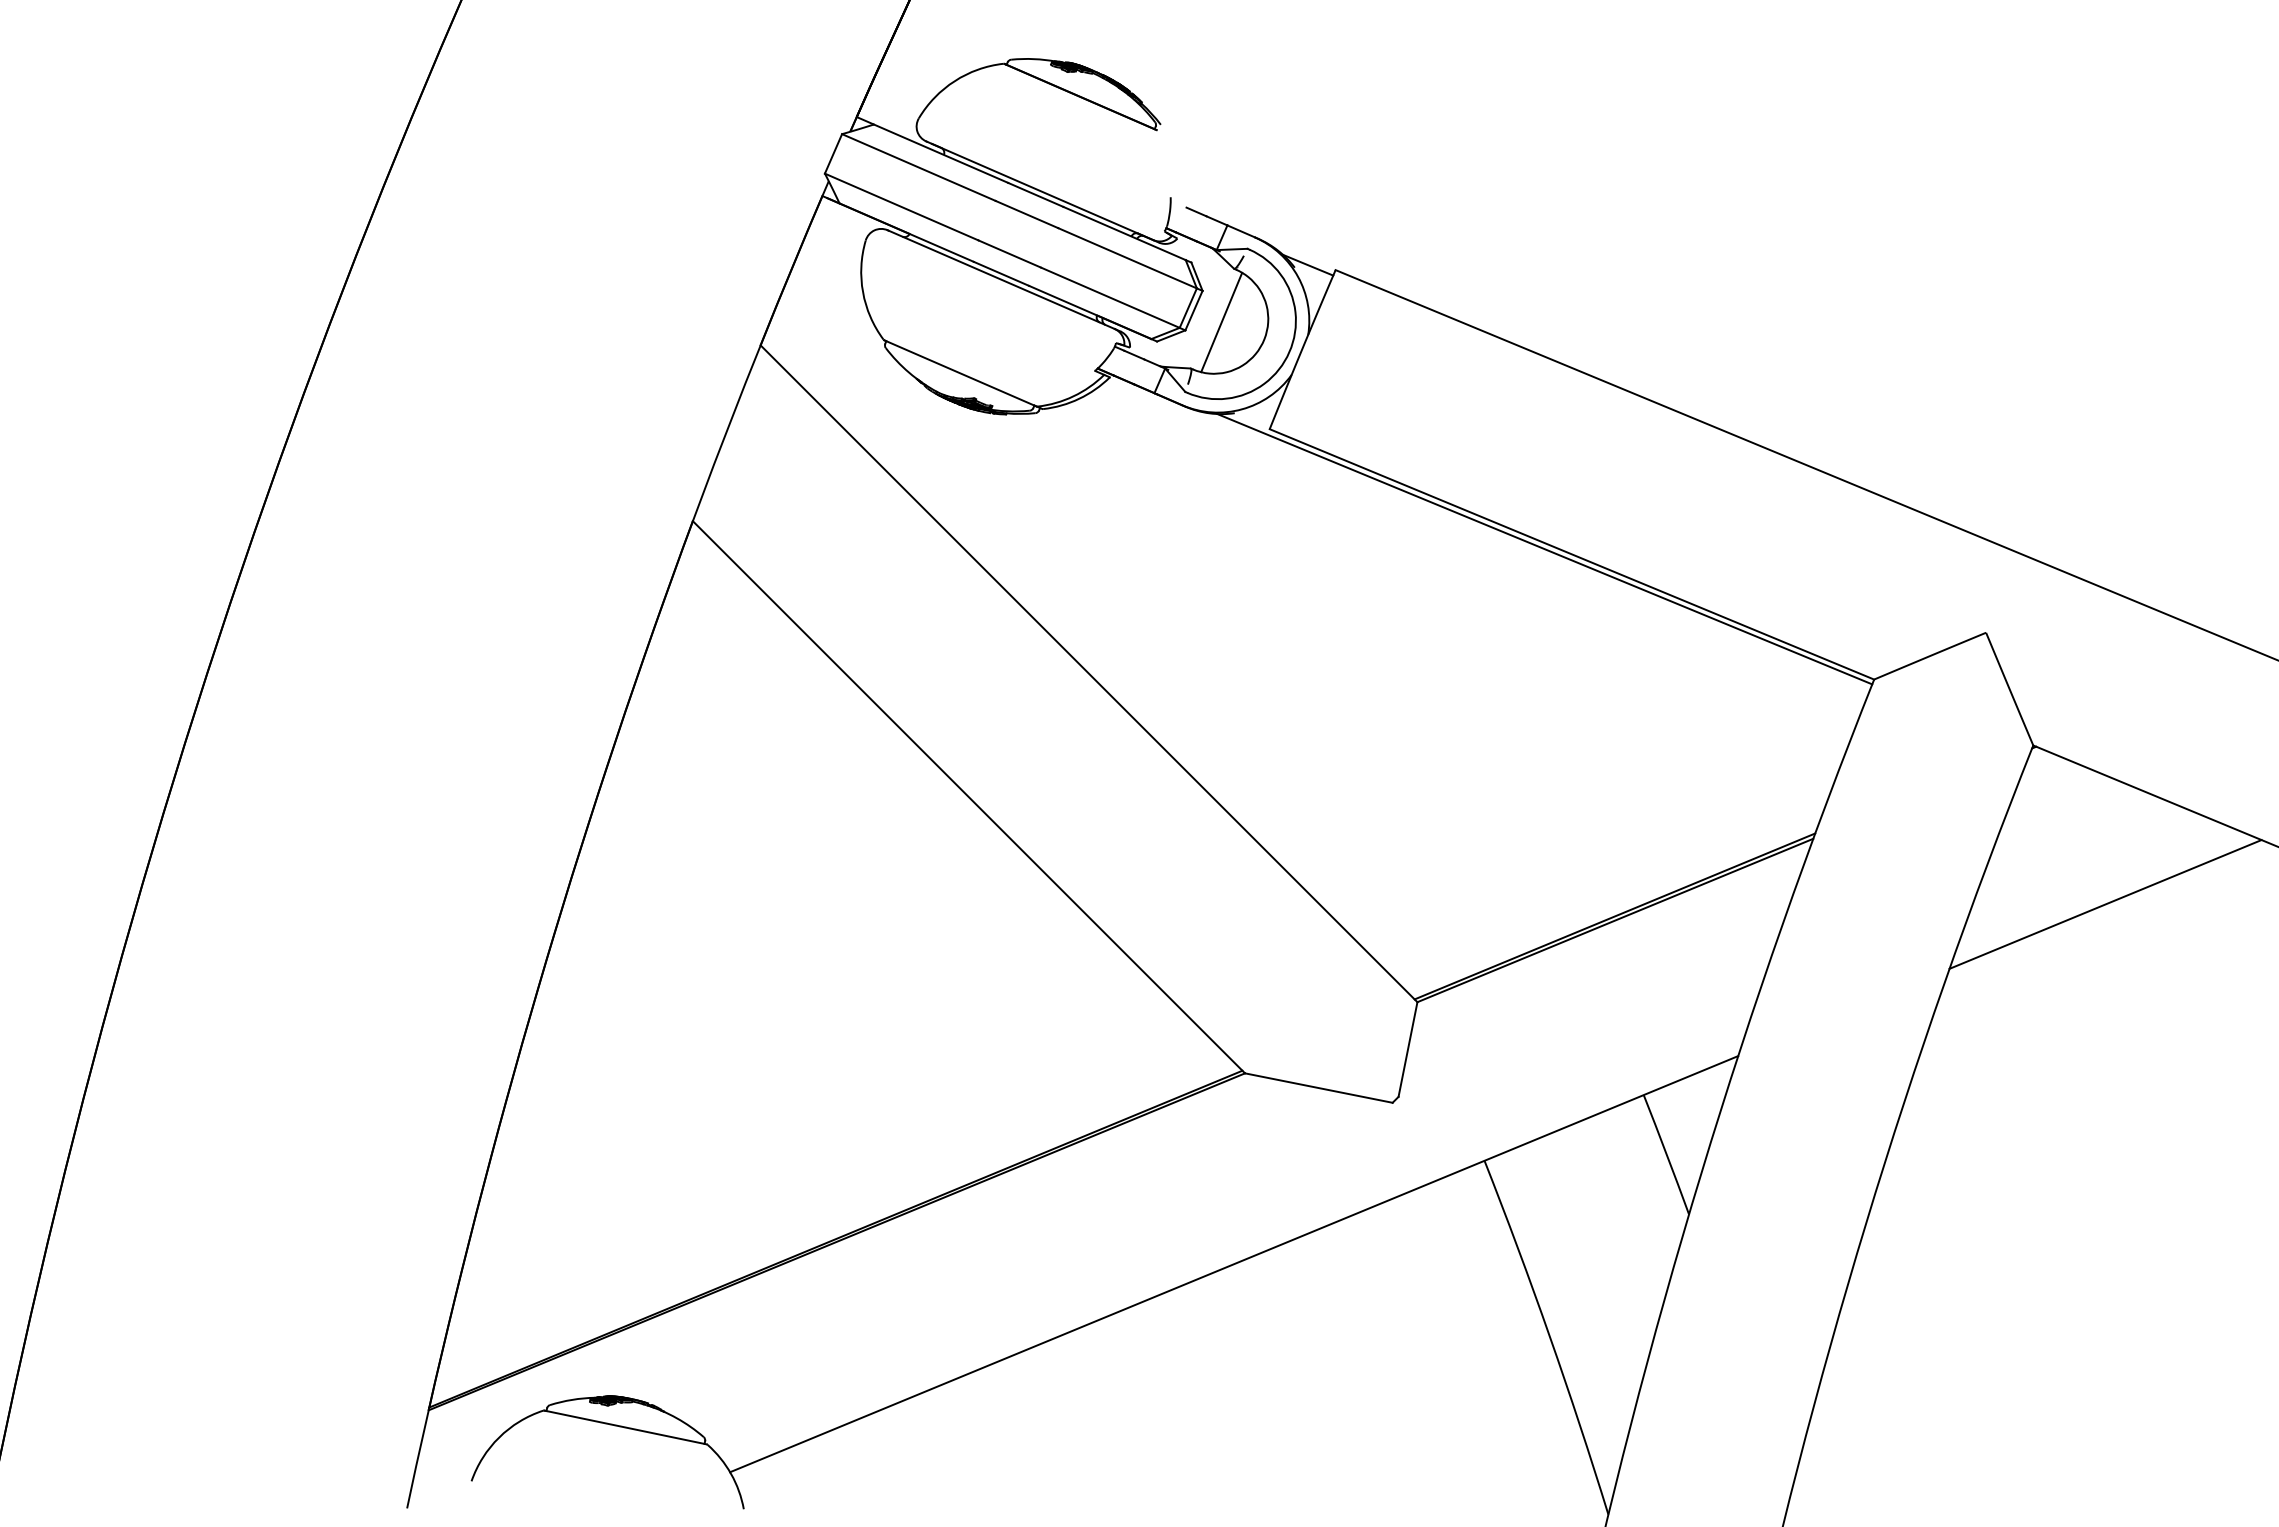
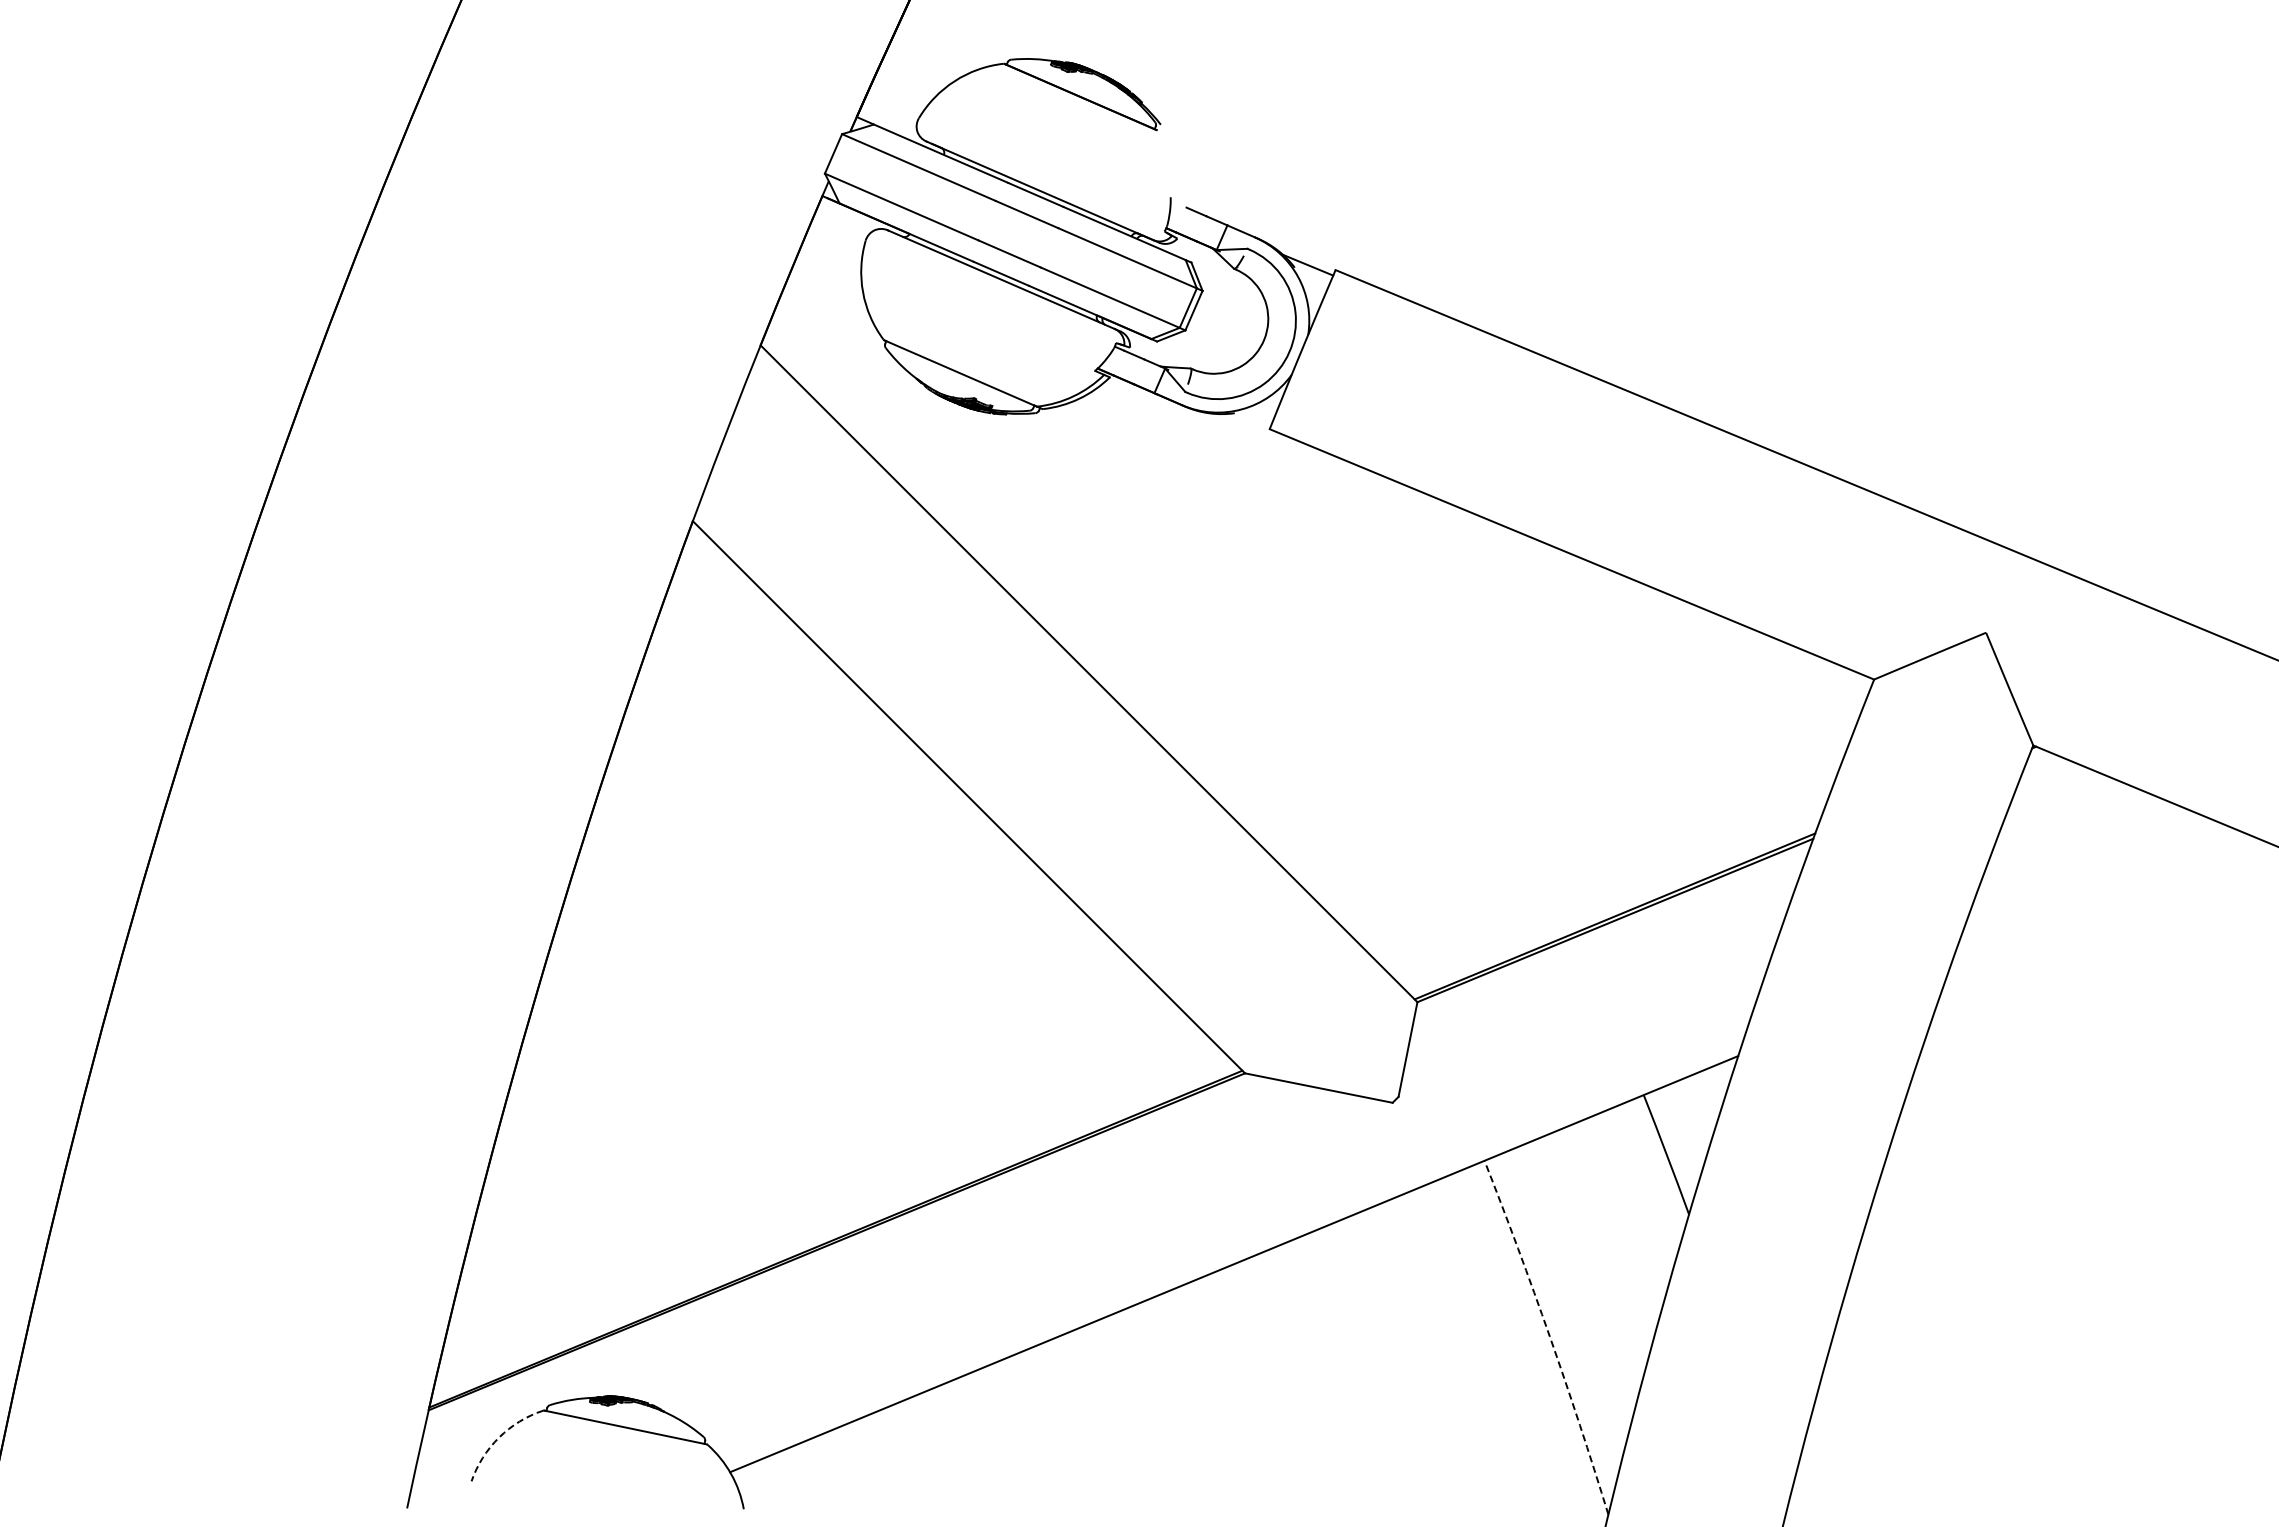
line at (1221, 322): present -> none
line at (1544, 549): present -> none
line at (2105, 904): present -> none
arc at (1549, 1336): solid -> dashed
arc at (499, 1437): solid -> dashed
